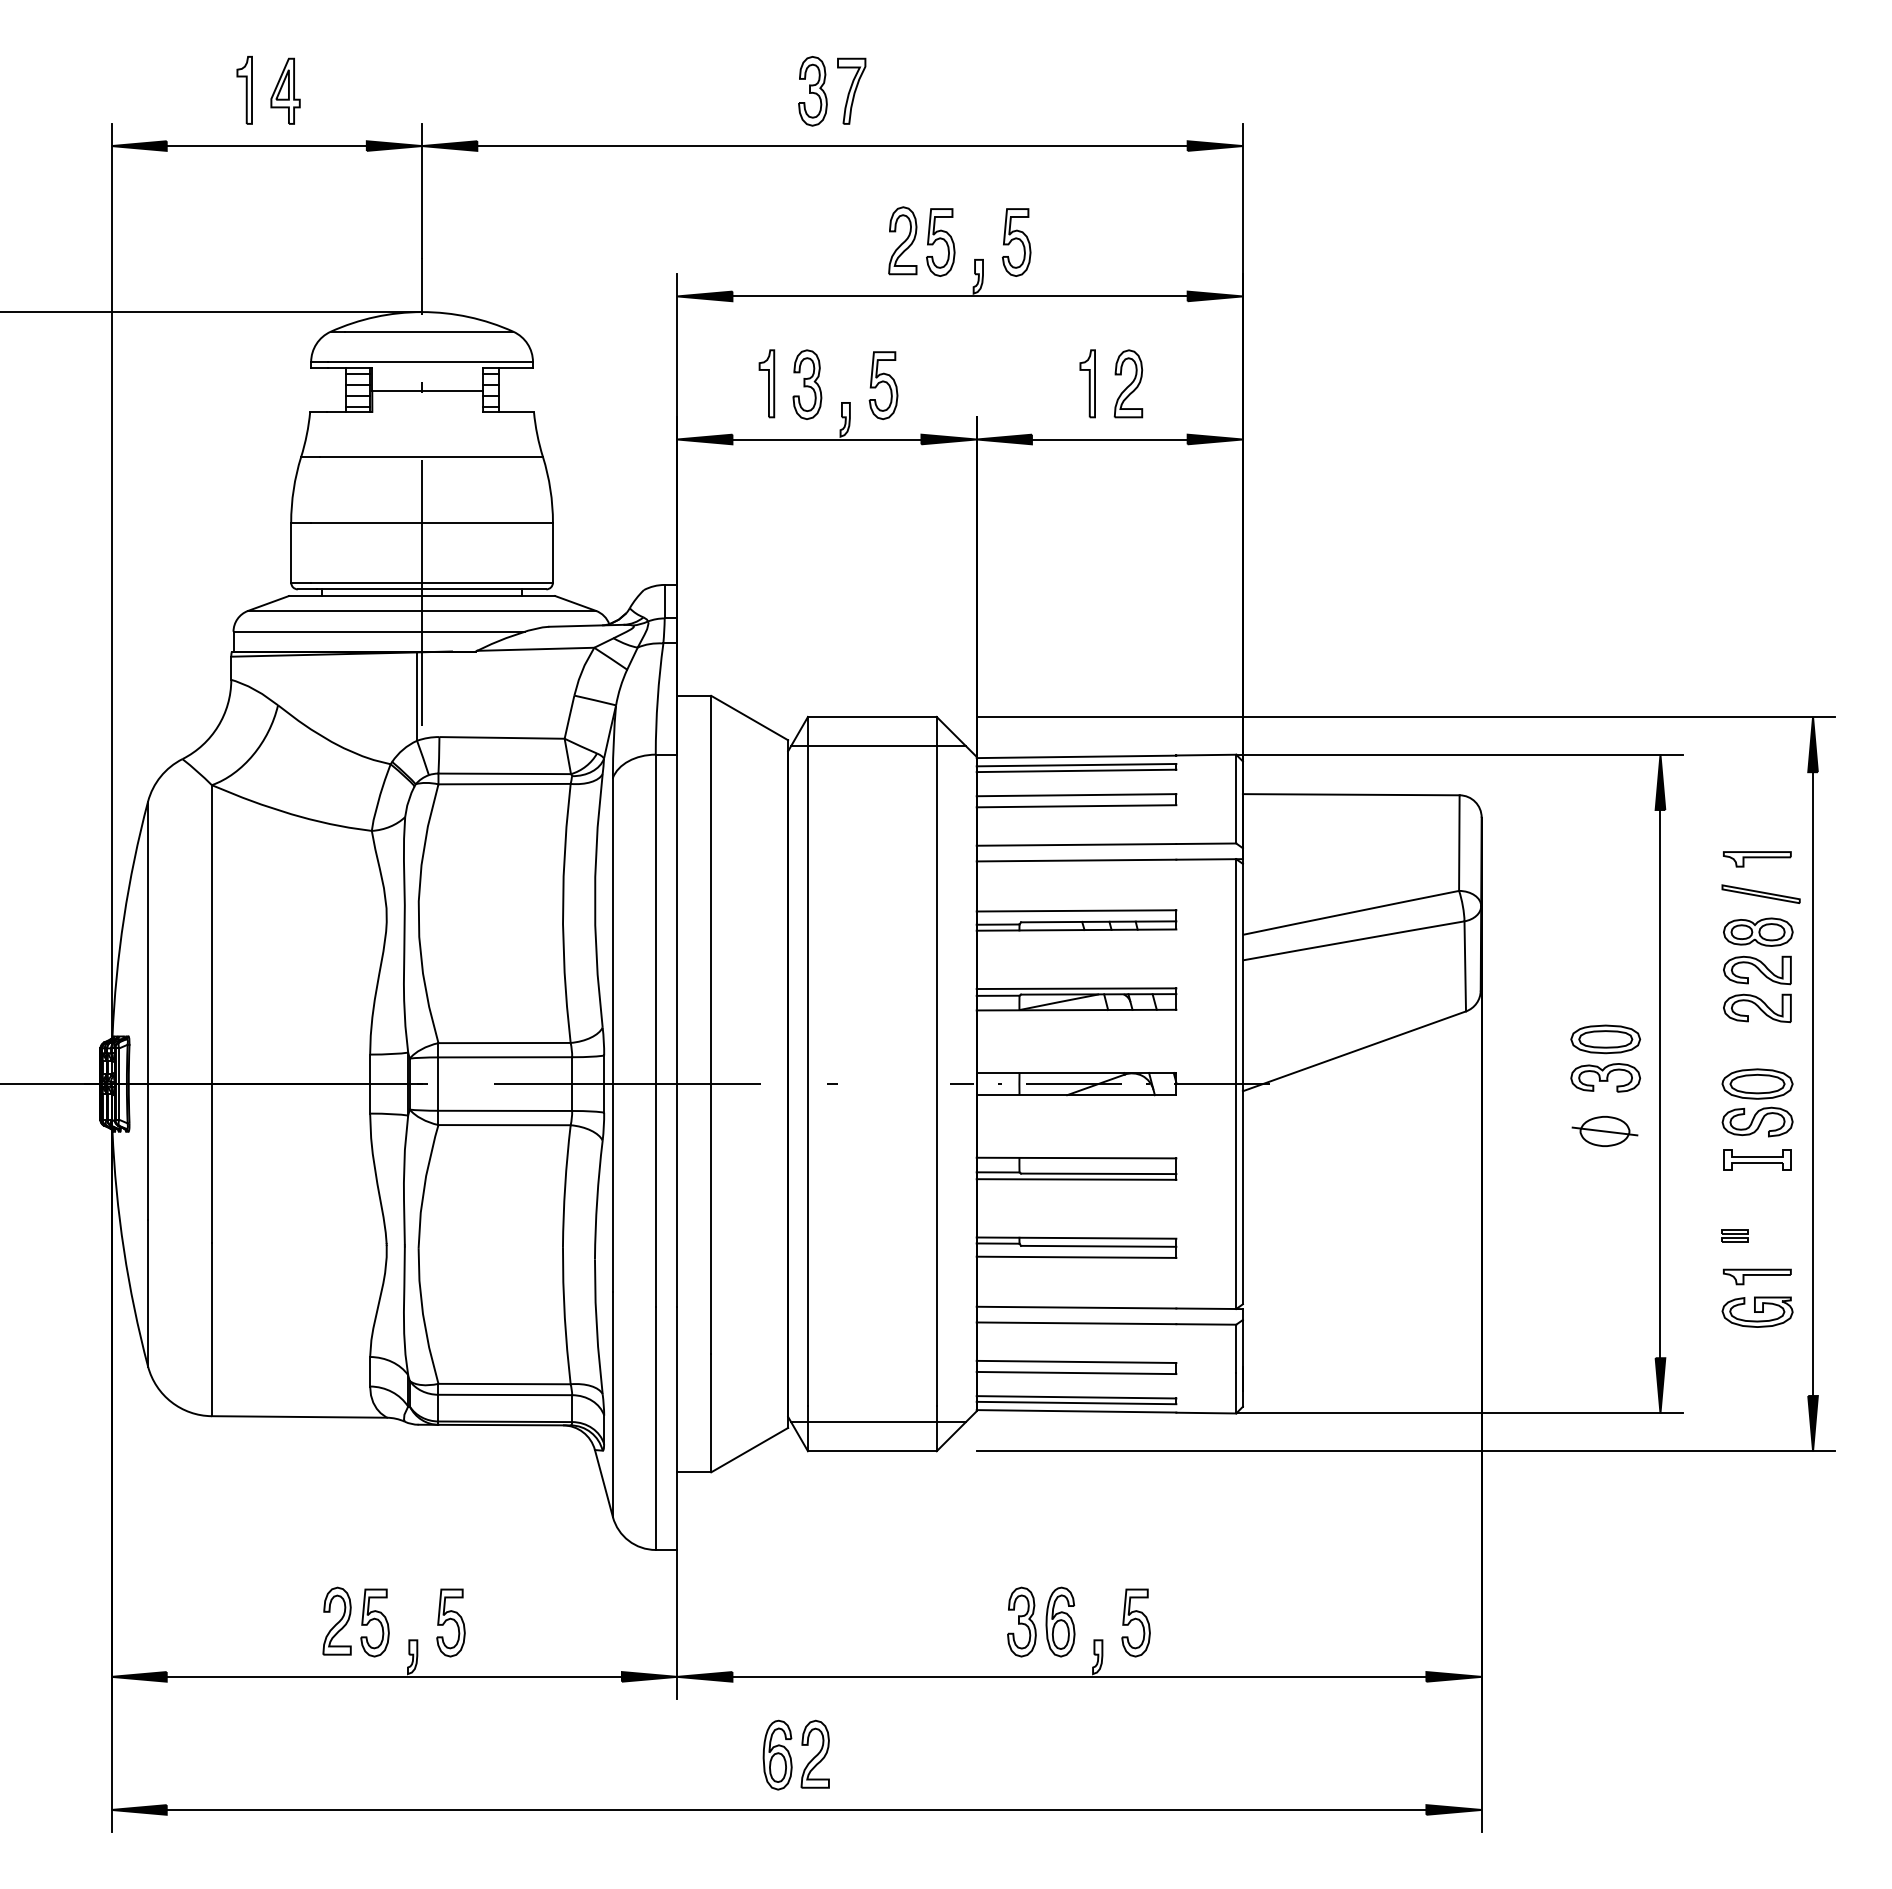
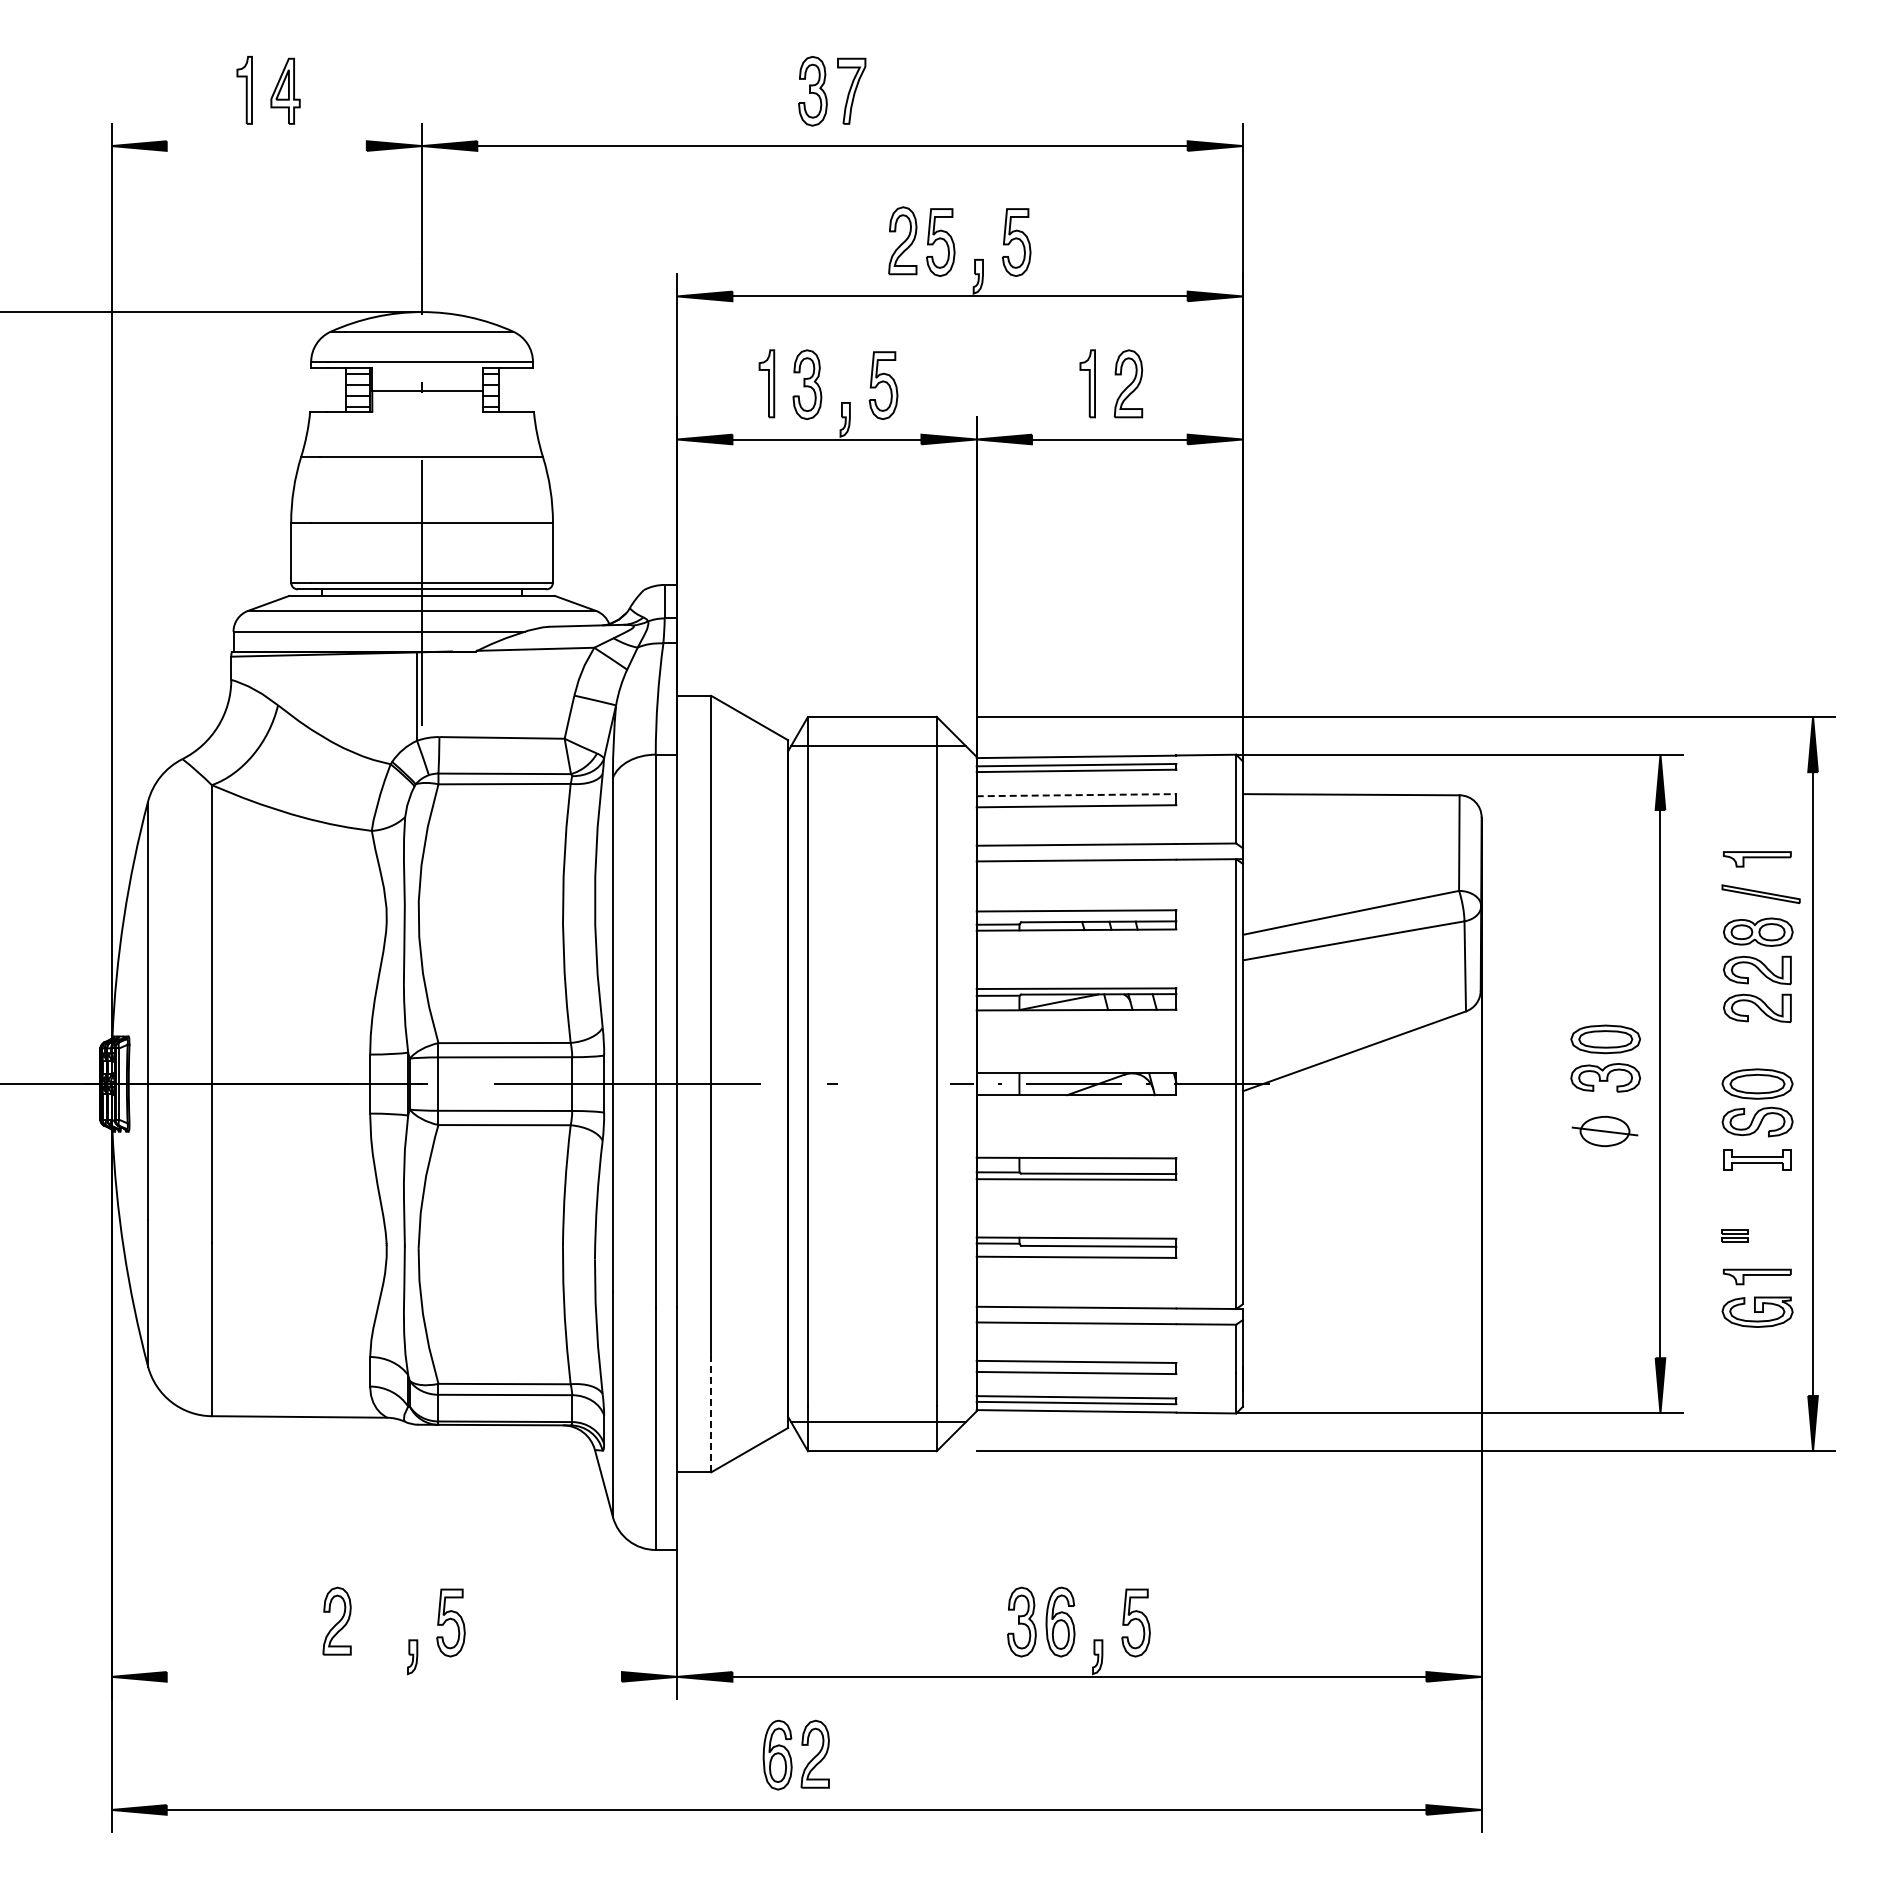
line at (266, 146): present -> none
line at (1076, 795): solid -> dashed
line at (711, 1412): solid -> dashed
part at (374, 1622): present -> none
line at (393, 1676): present -> none
